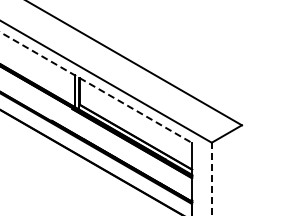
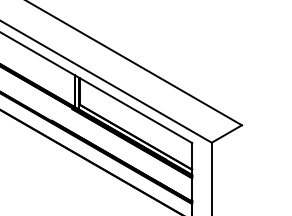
line at (96, 88): dashed -> solid
line at (211, 178): dashed -> solid
